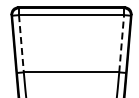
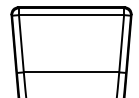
line at (21, 43): dashed -> solid
line at (121, 43): dashed -> solid
